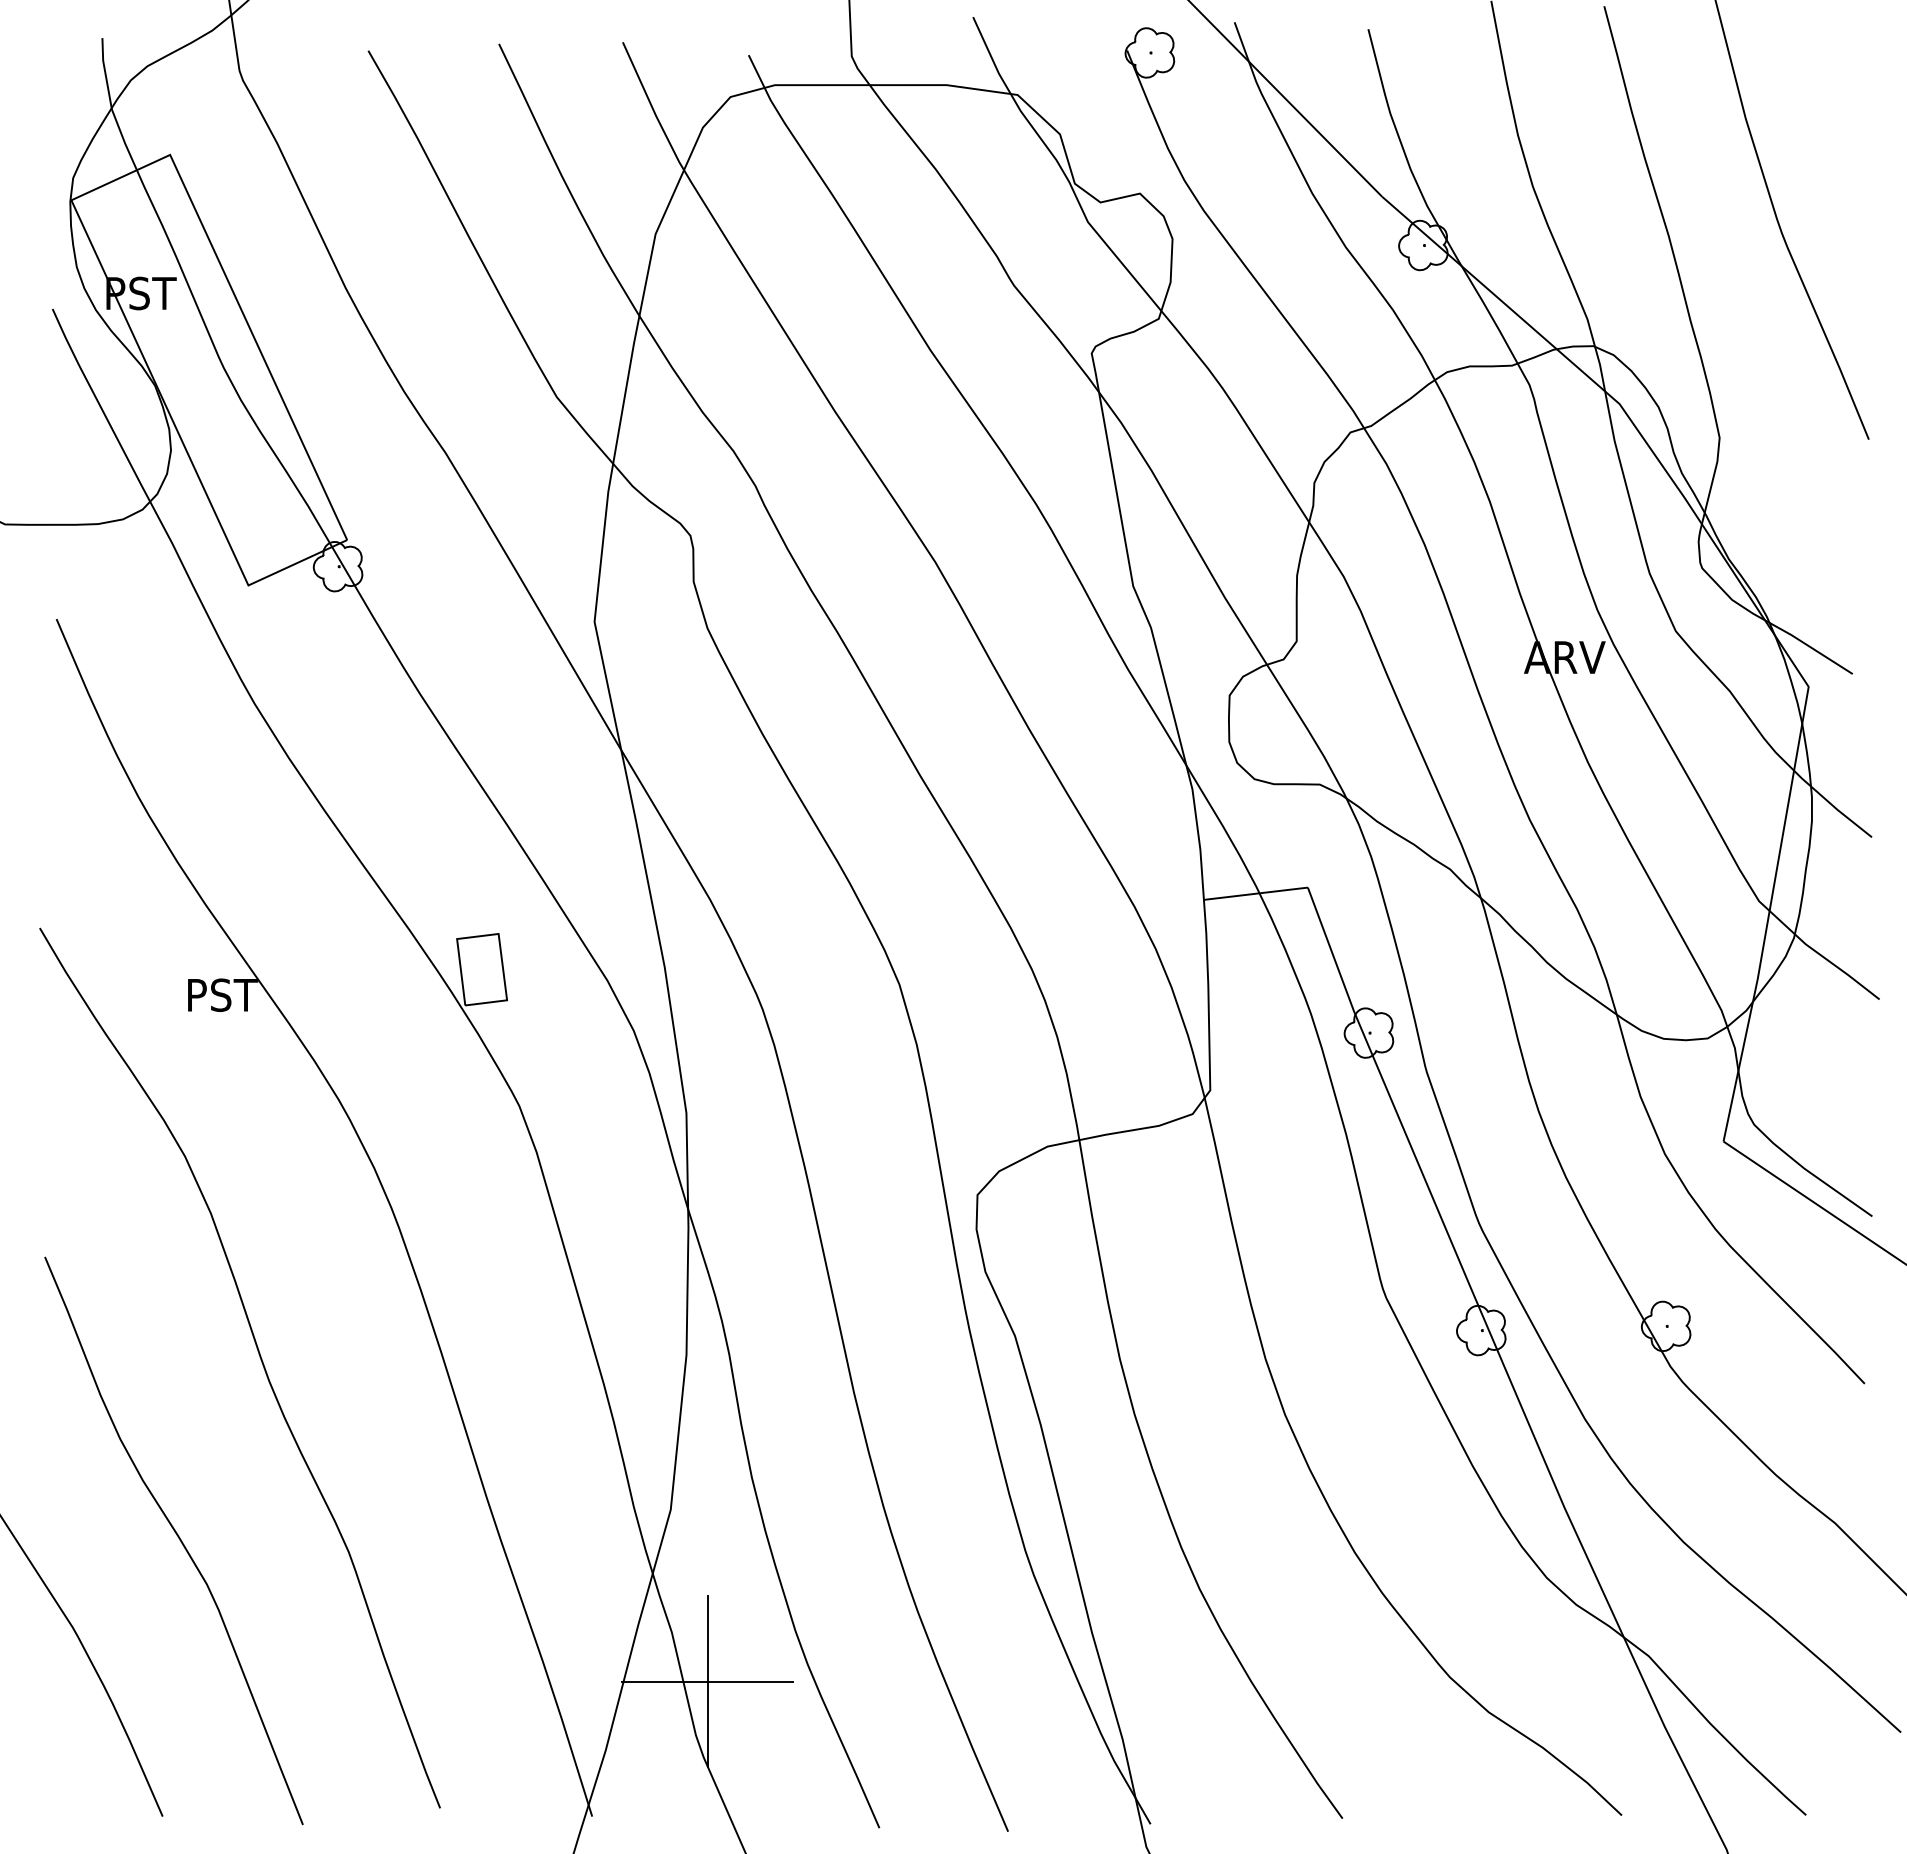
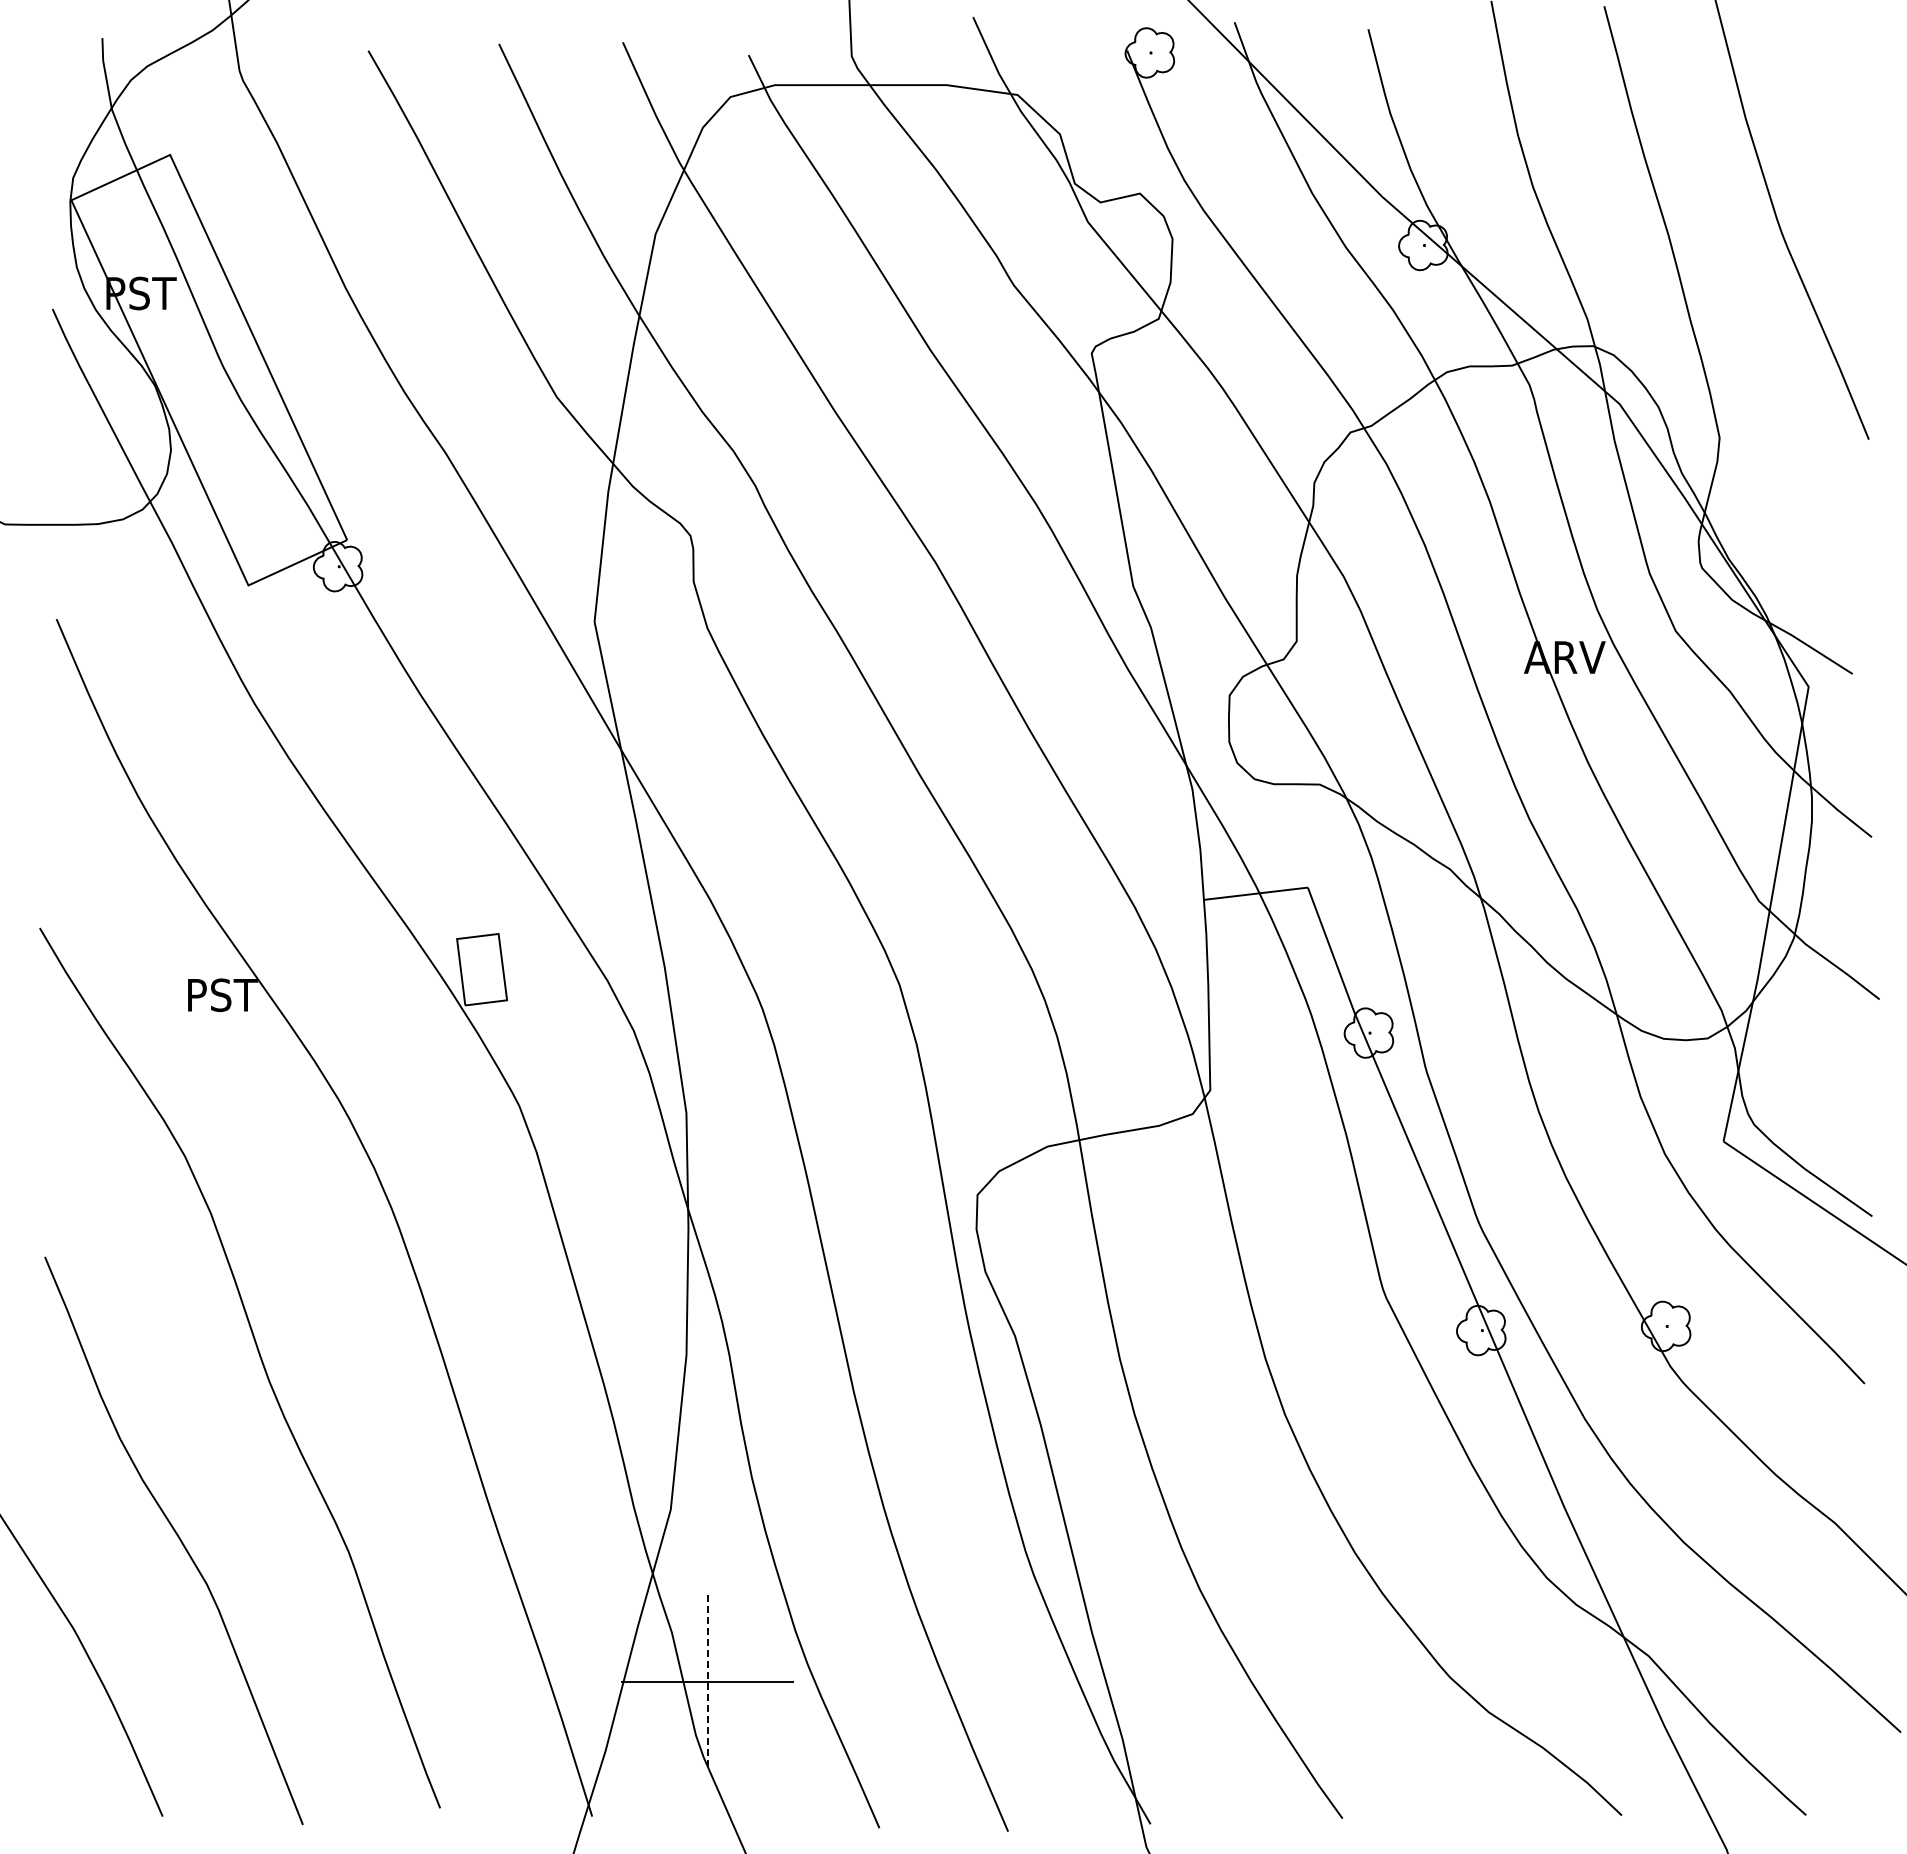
line at (707, 1681): solid -> dashed
